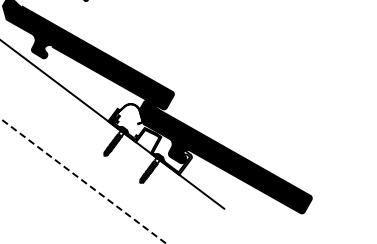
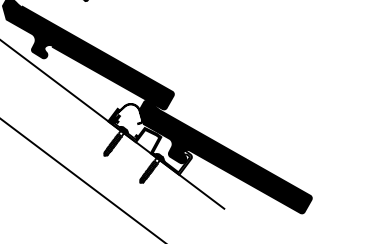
line at (83, 181): dashed -> solid
